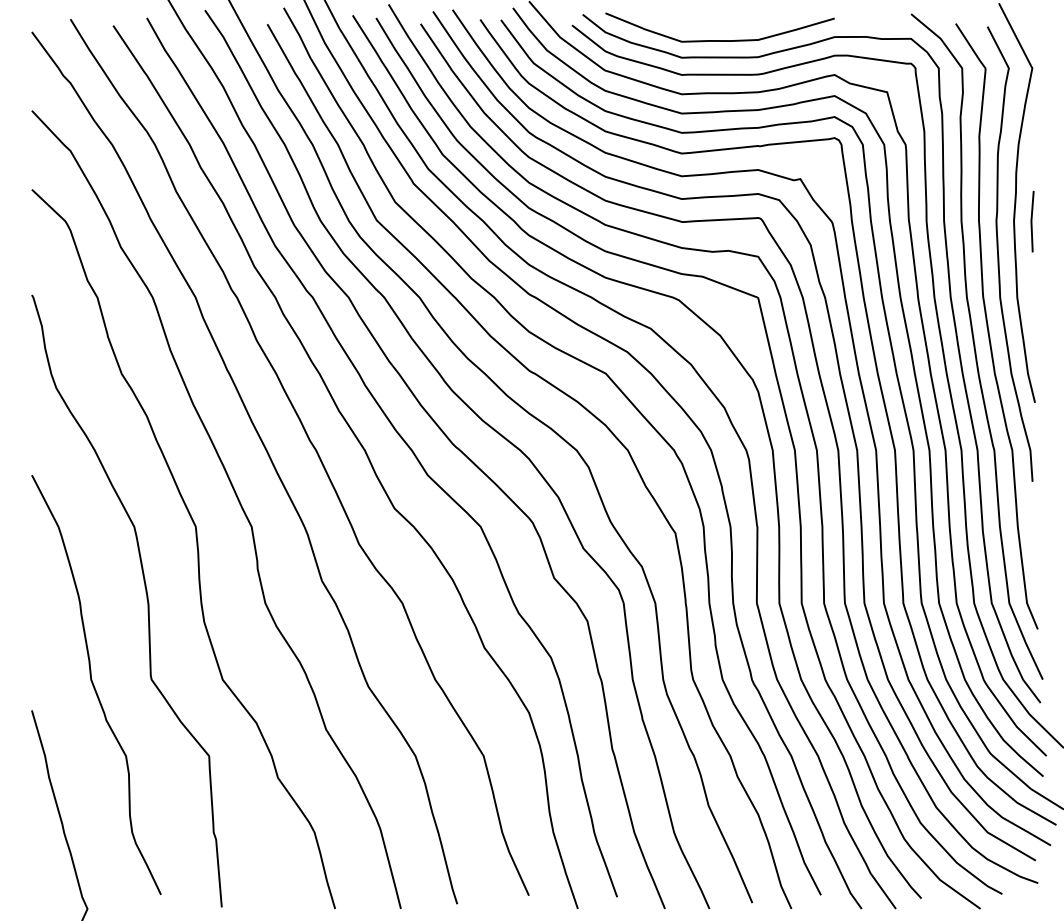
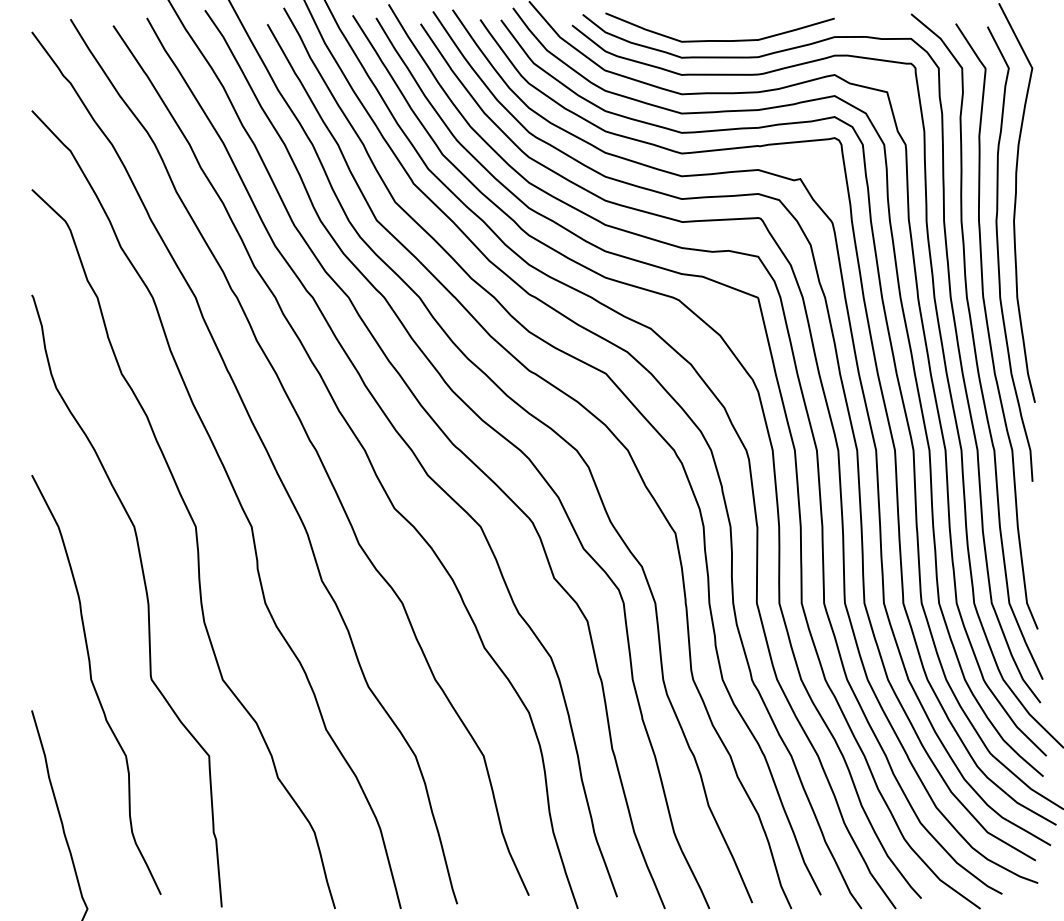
line at (1032, 221): present -> none
